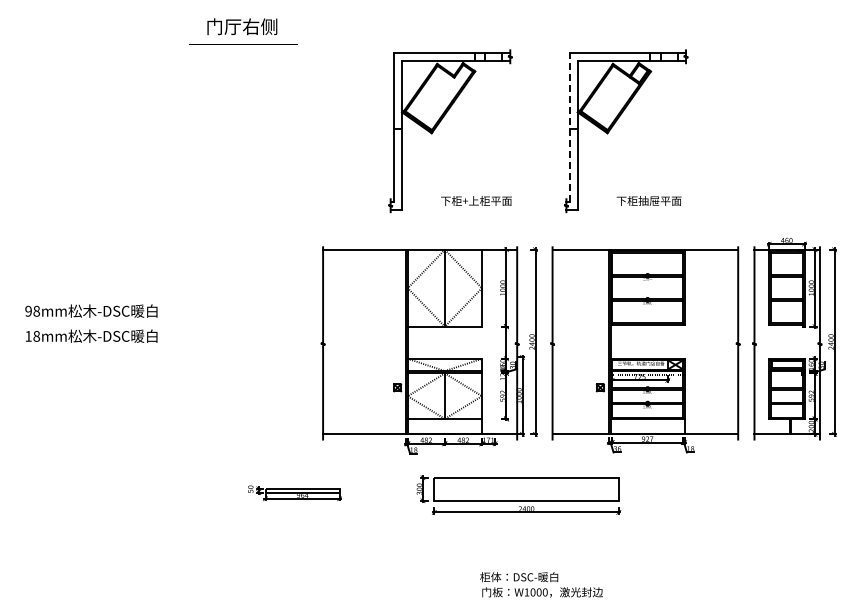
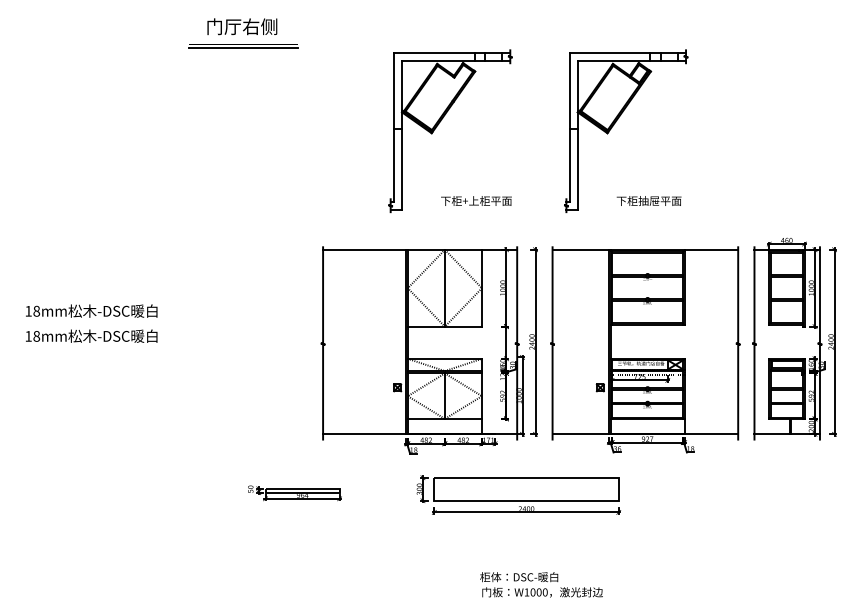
line at (242, 47): none -> present
line at (570, 127): dashed -> solid
text at (28, 310): 98mm -> 18mm
